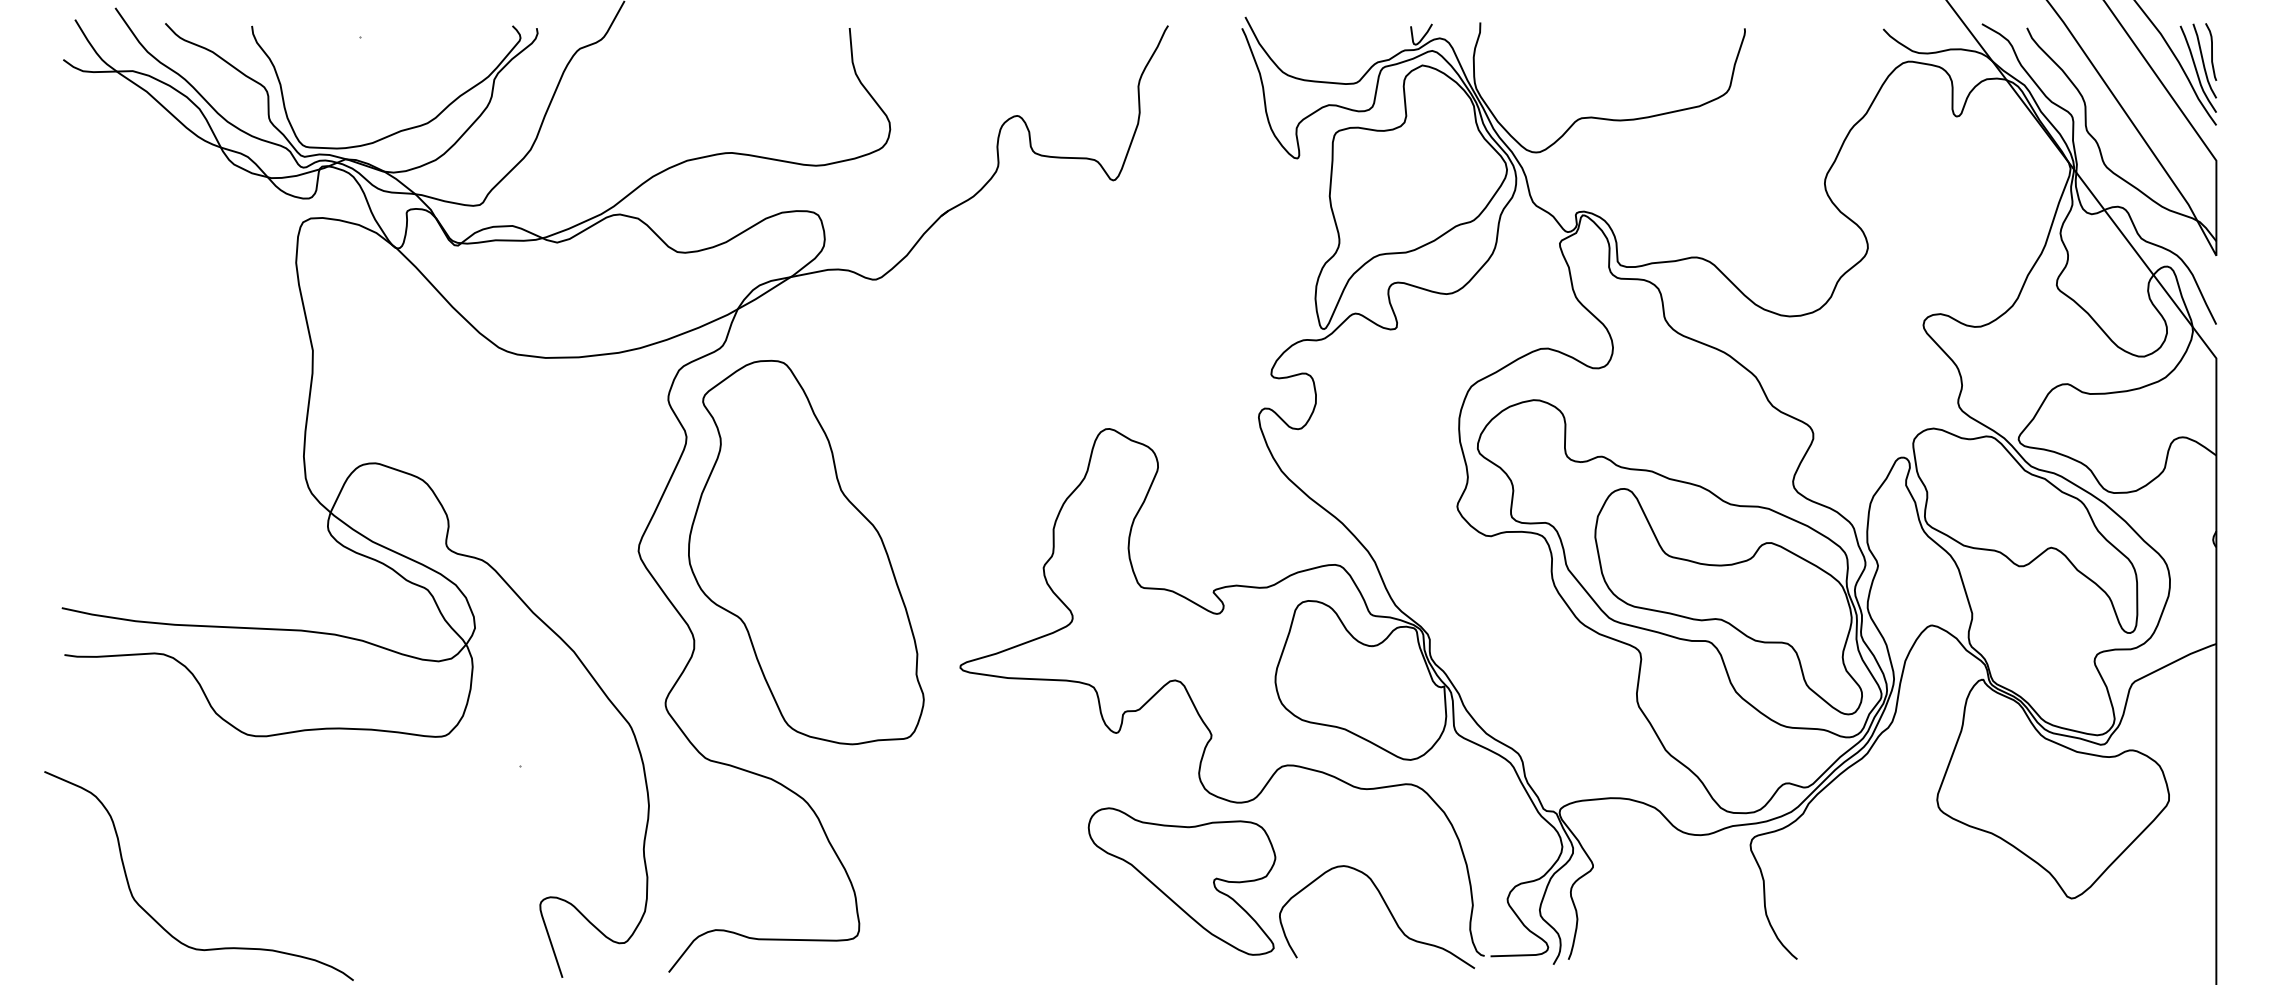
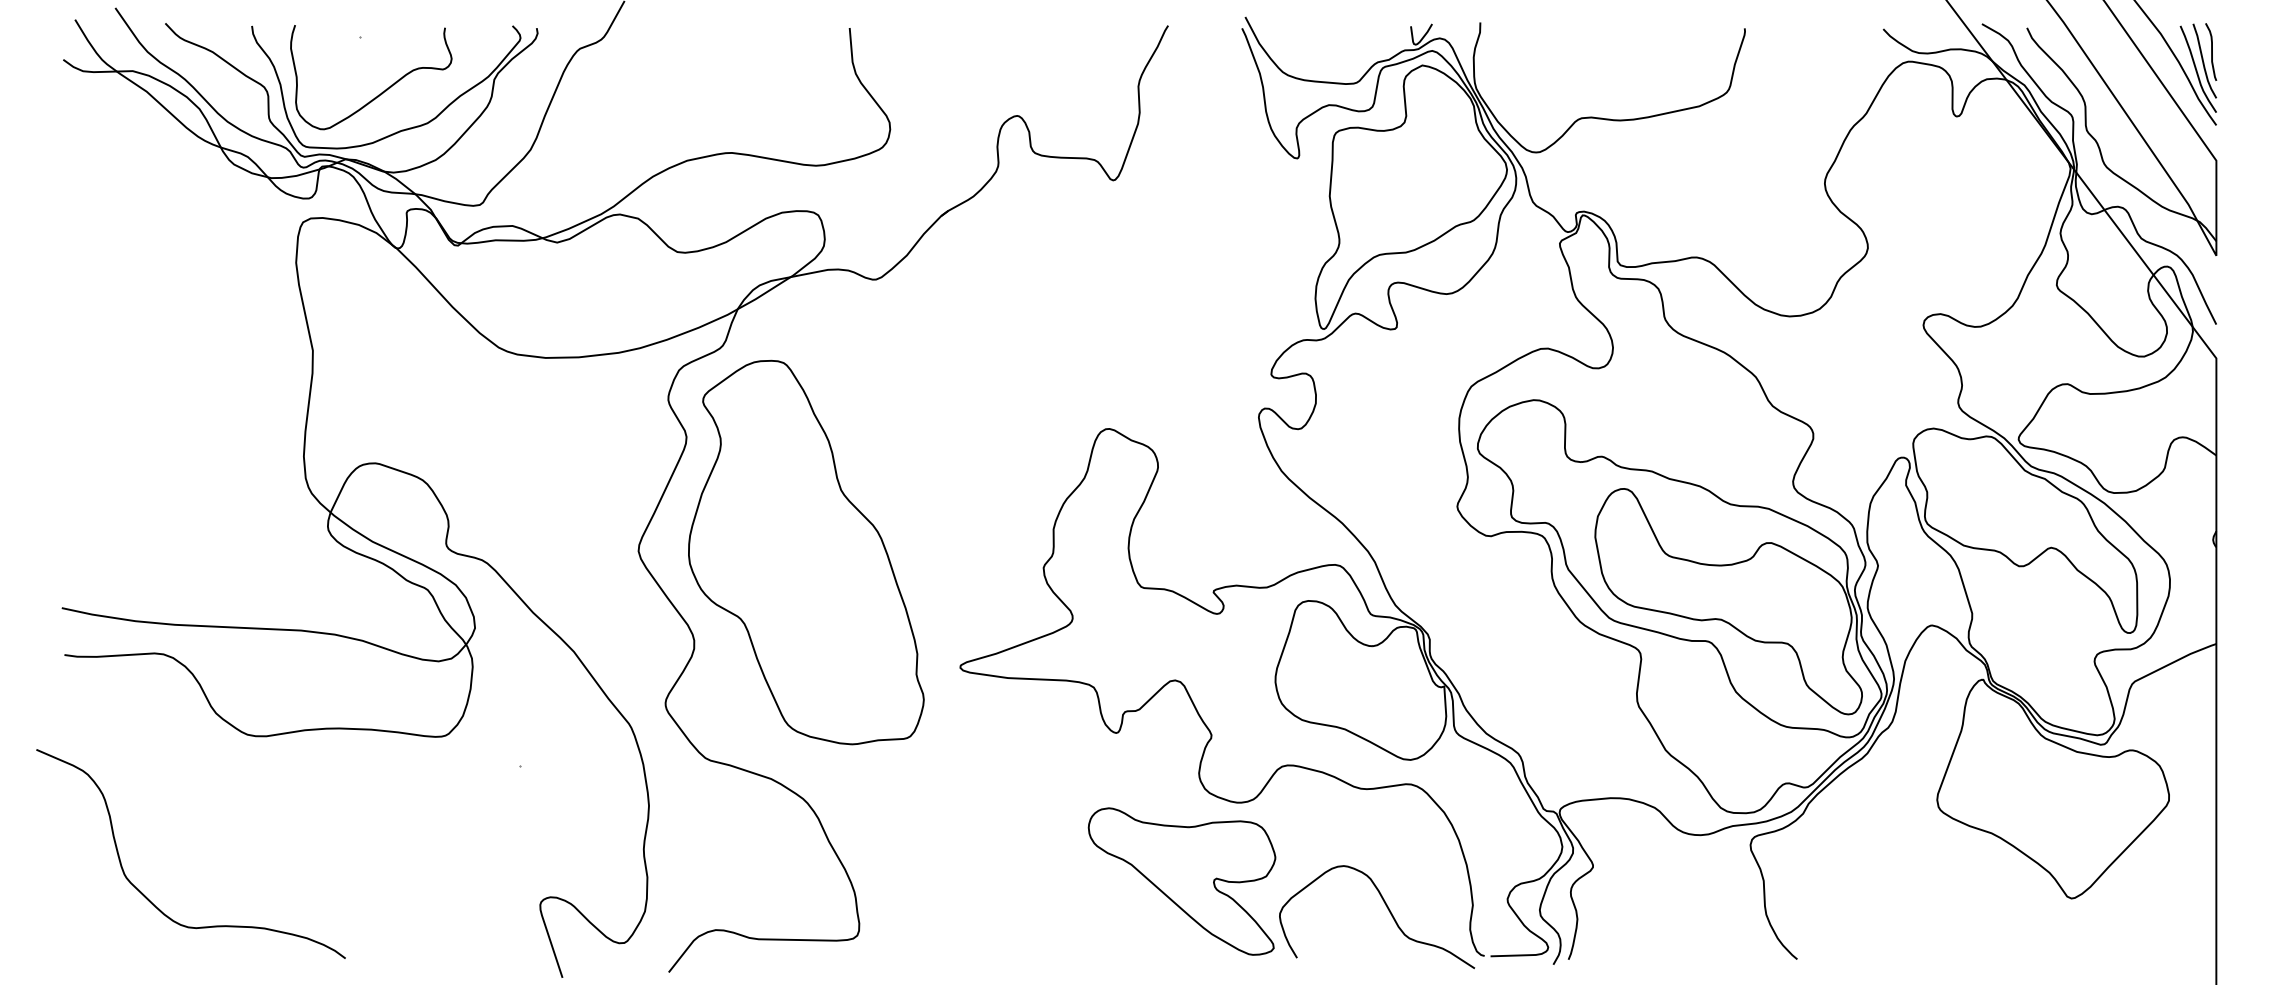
curve at (382, 91): none -> present
curve at (154, 918) position: (154, 918) -> (146, 896)
